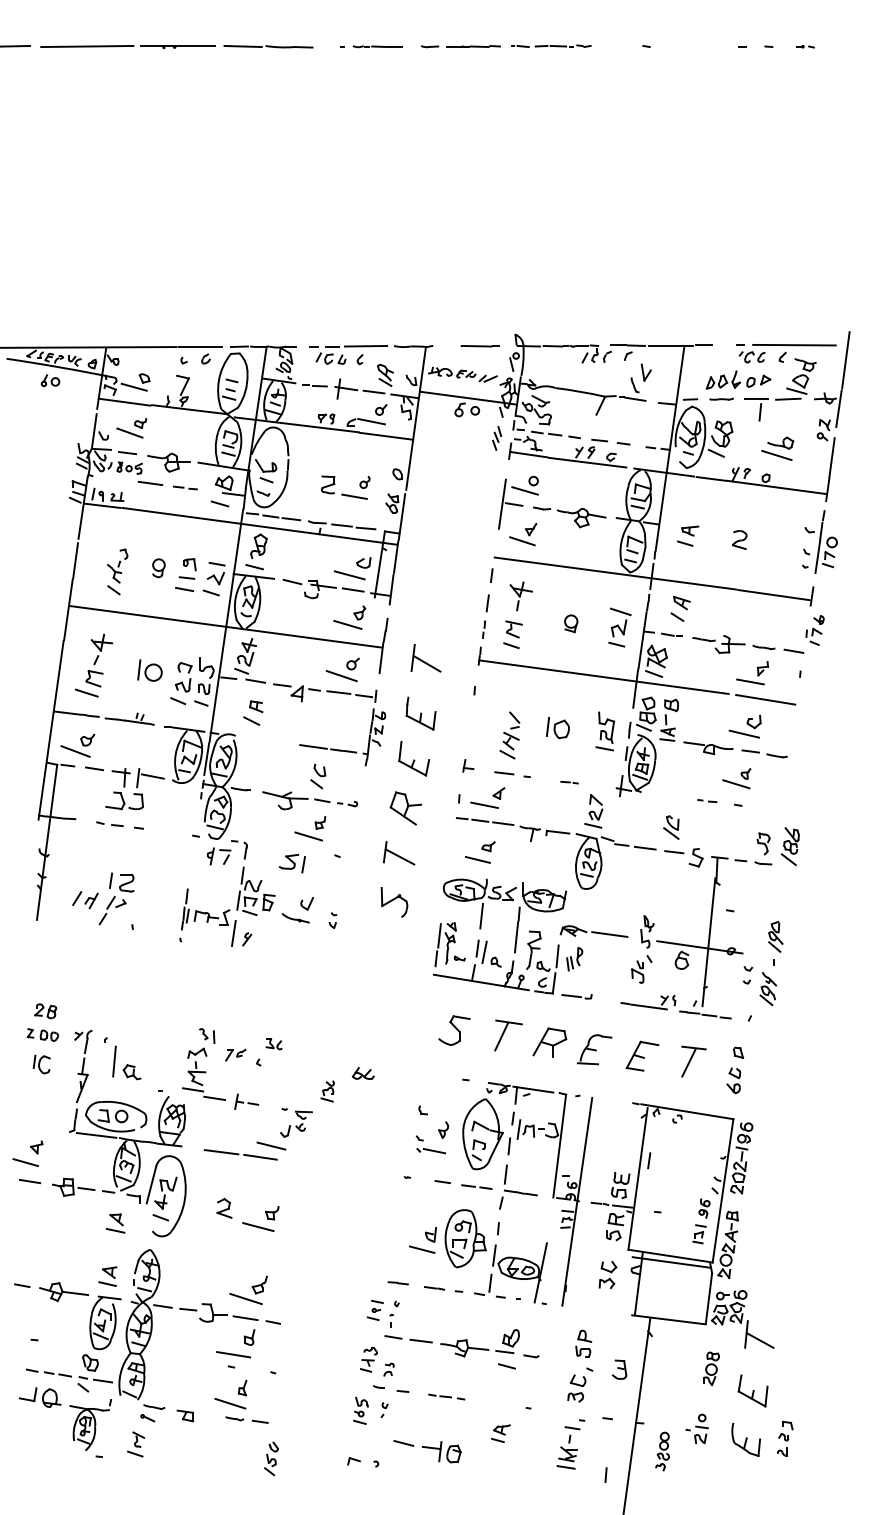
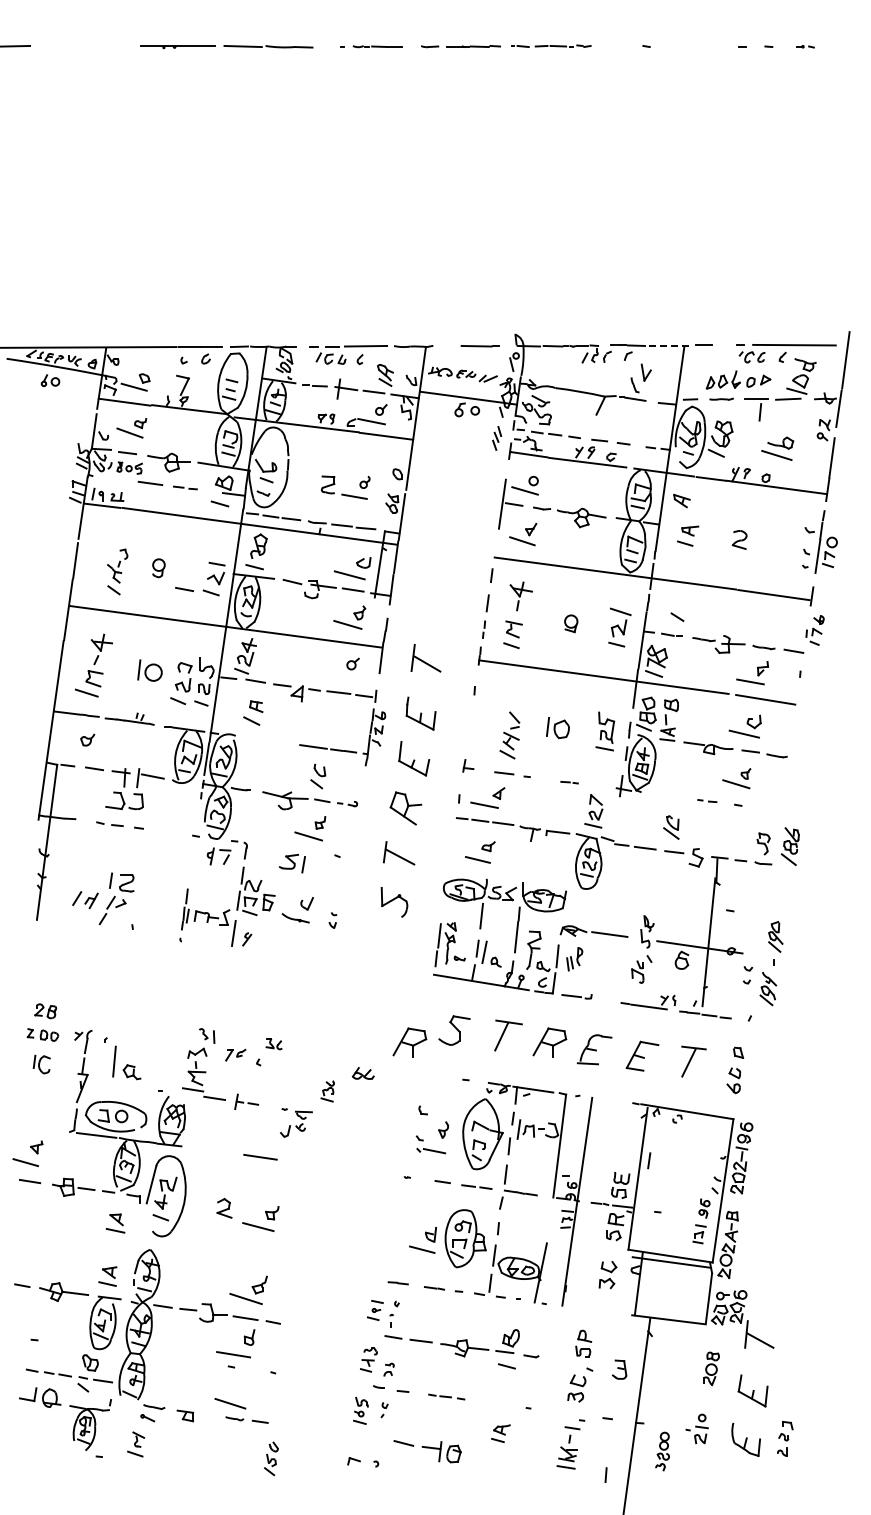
line at (87, 46): present -> none
line at (671, 345): solid -> dashed
part at (187, 568): present -> none
part at (681, 603) position: (681, 603) -> (681, 501)
line at (341, 676): present -> none
line at (75, 751): present -> none
part at (409, 1042): none -> present
line at (271, 1145): present -> none
line at (221, 1152): present -> none
part at (242, 1387): present -> none
